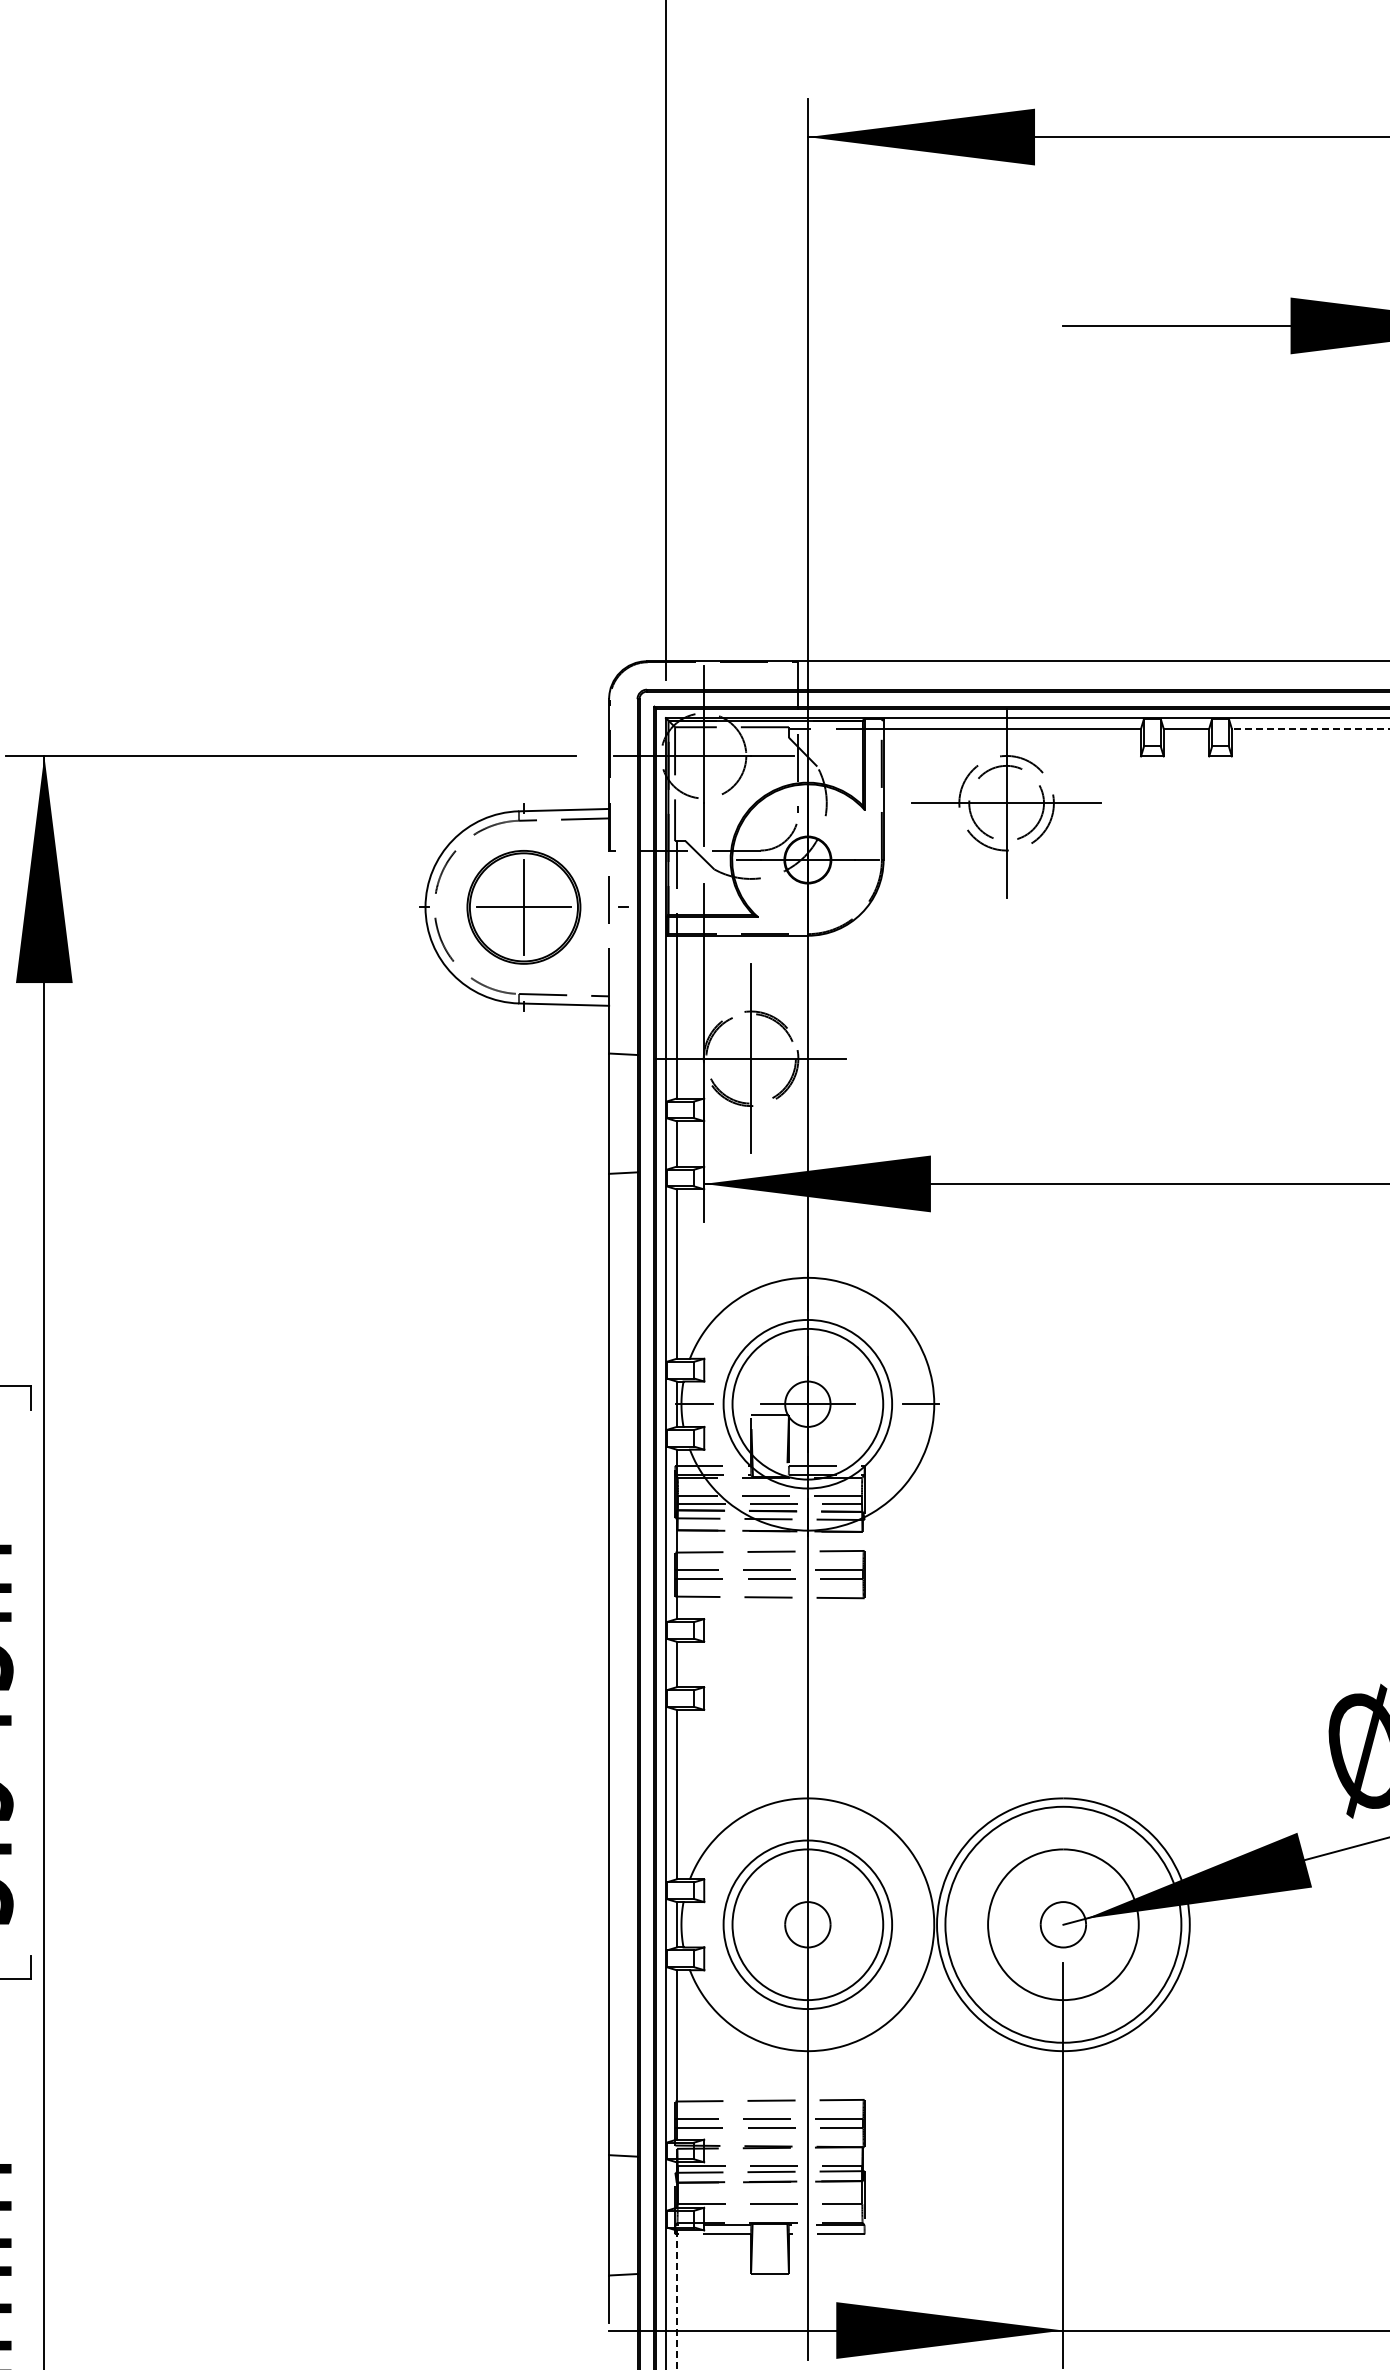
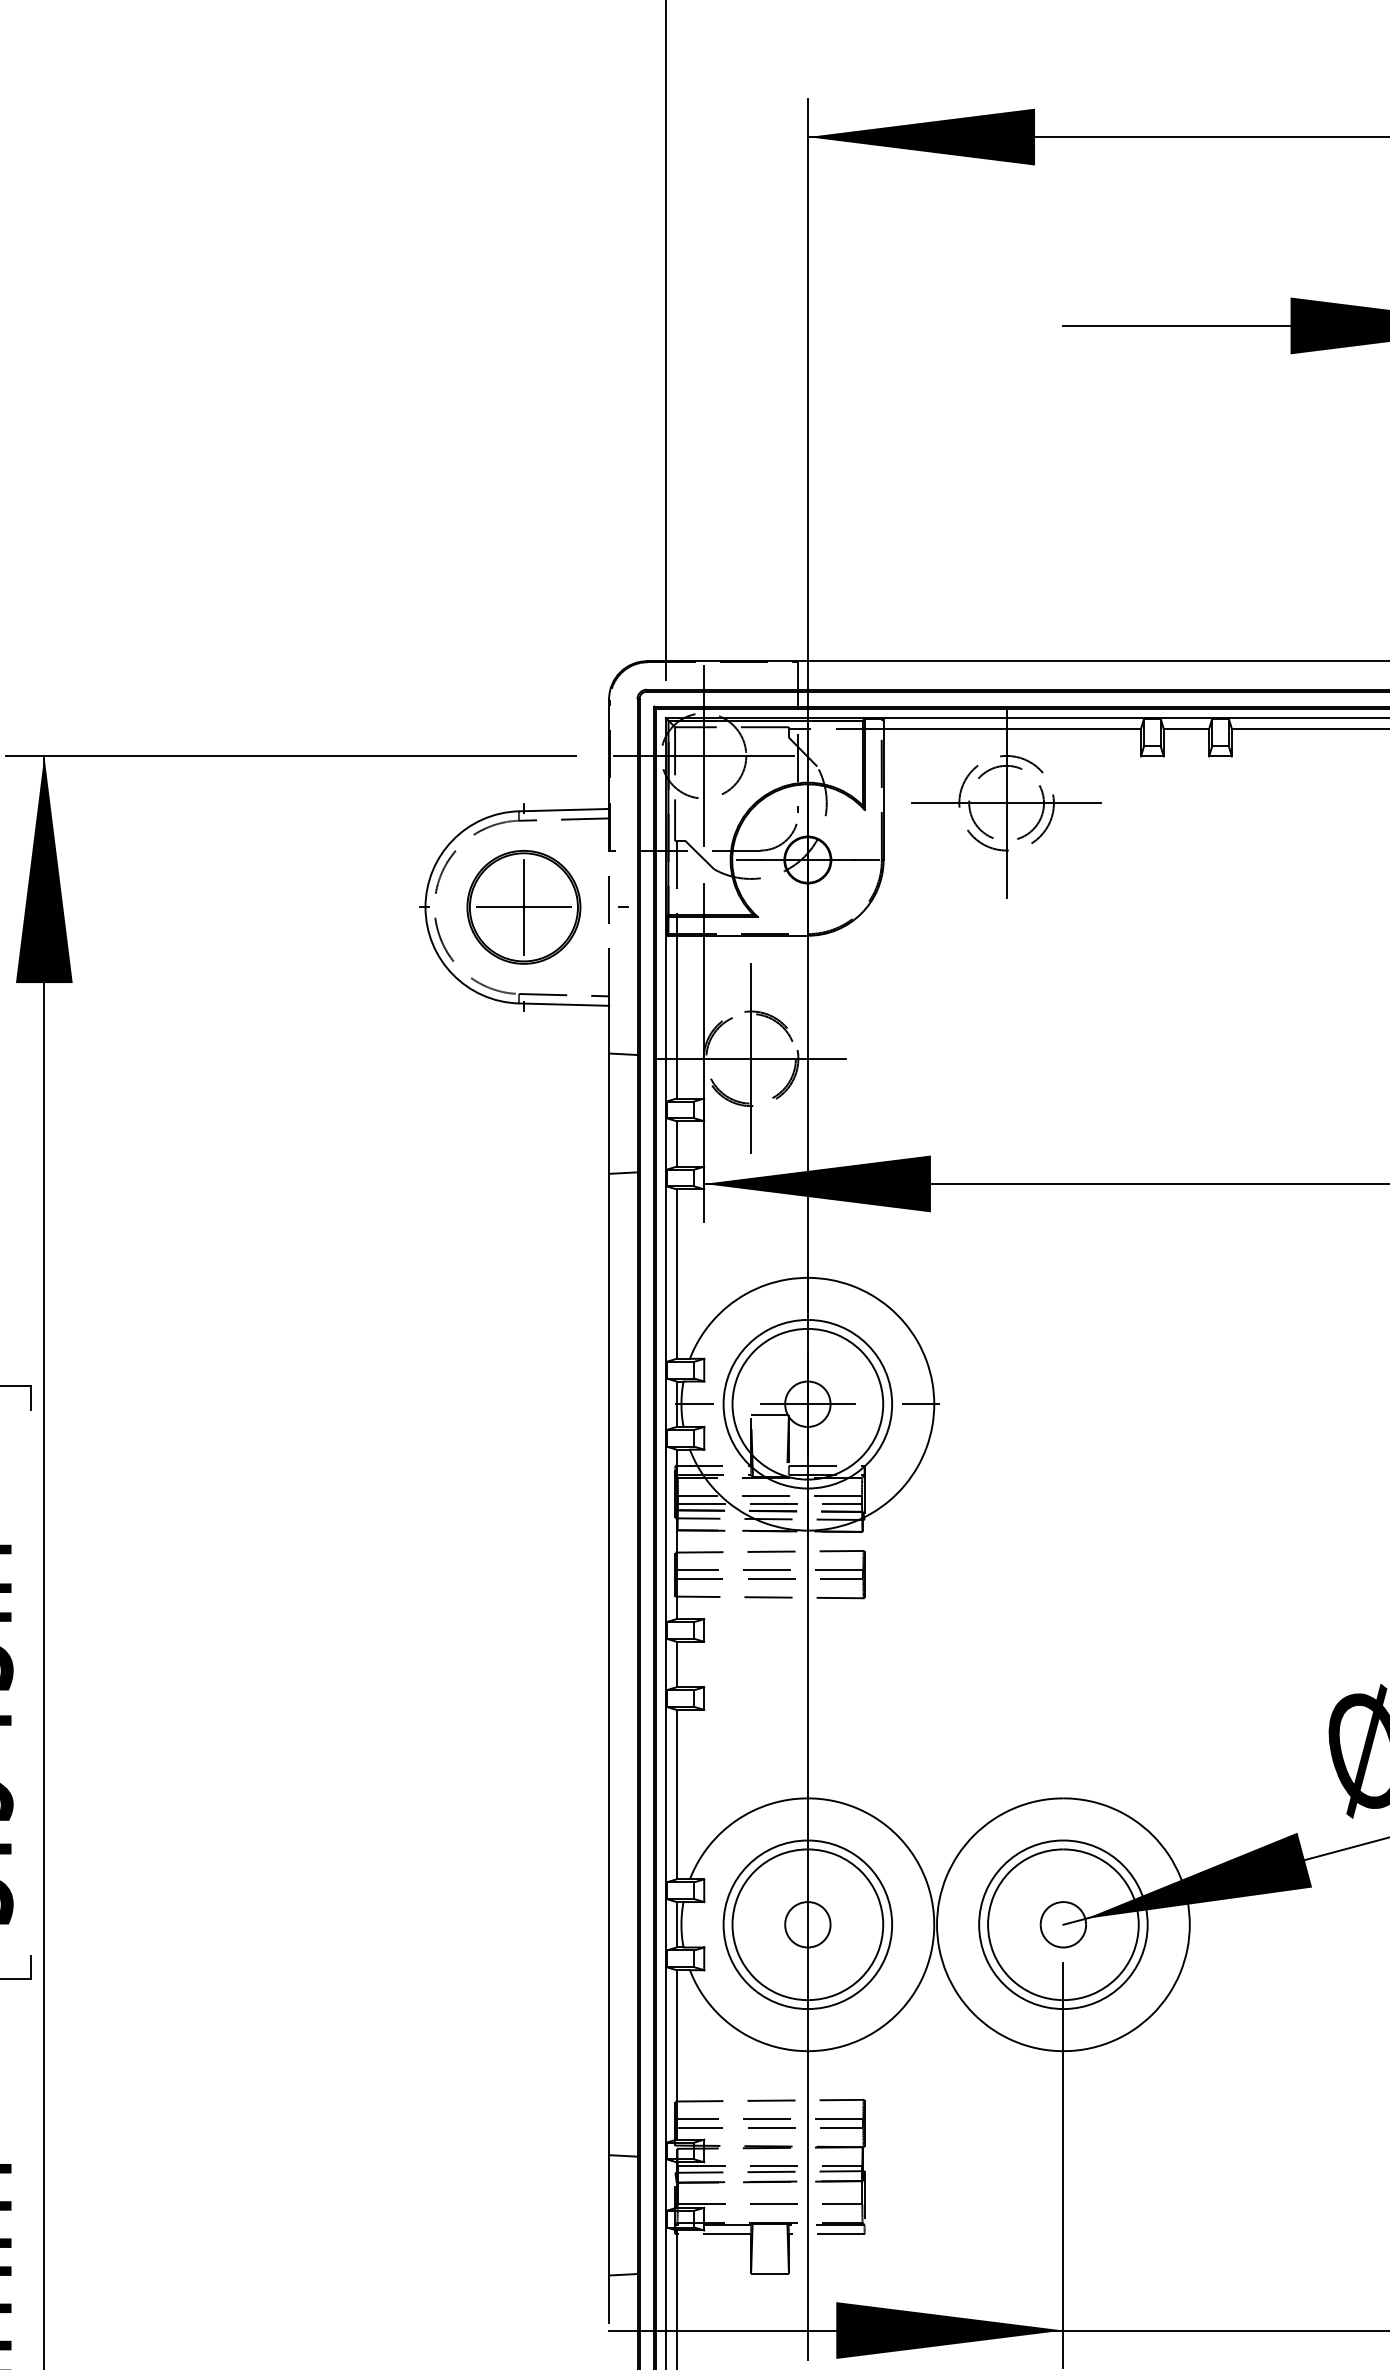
line at (1310, 728): dashed -> solid
circle at (1063, 1924) diameter: 236 px -> 169 px
line at (676, 2300): dashed -> solid
